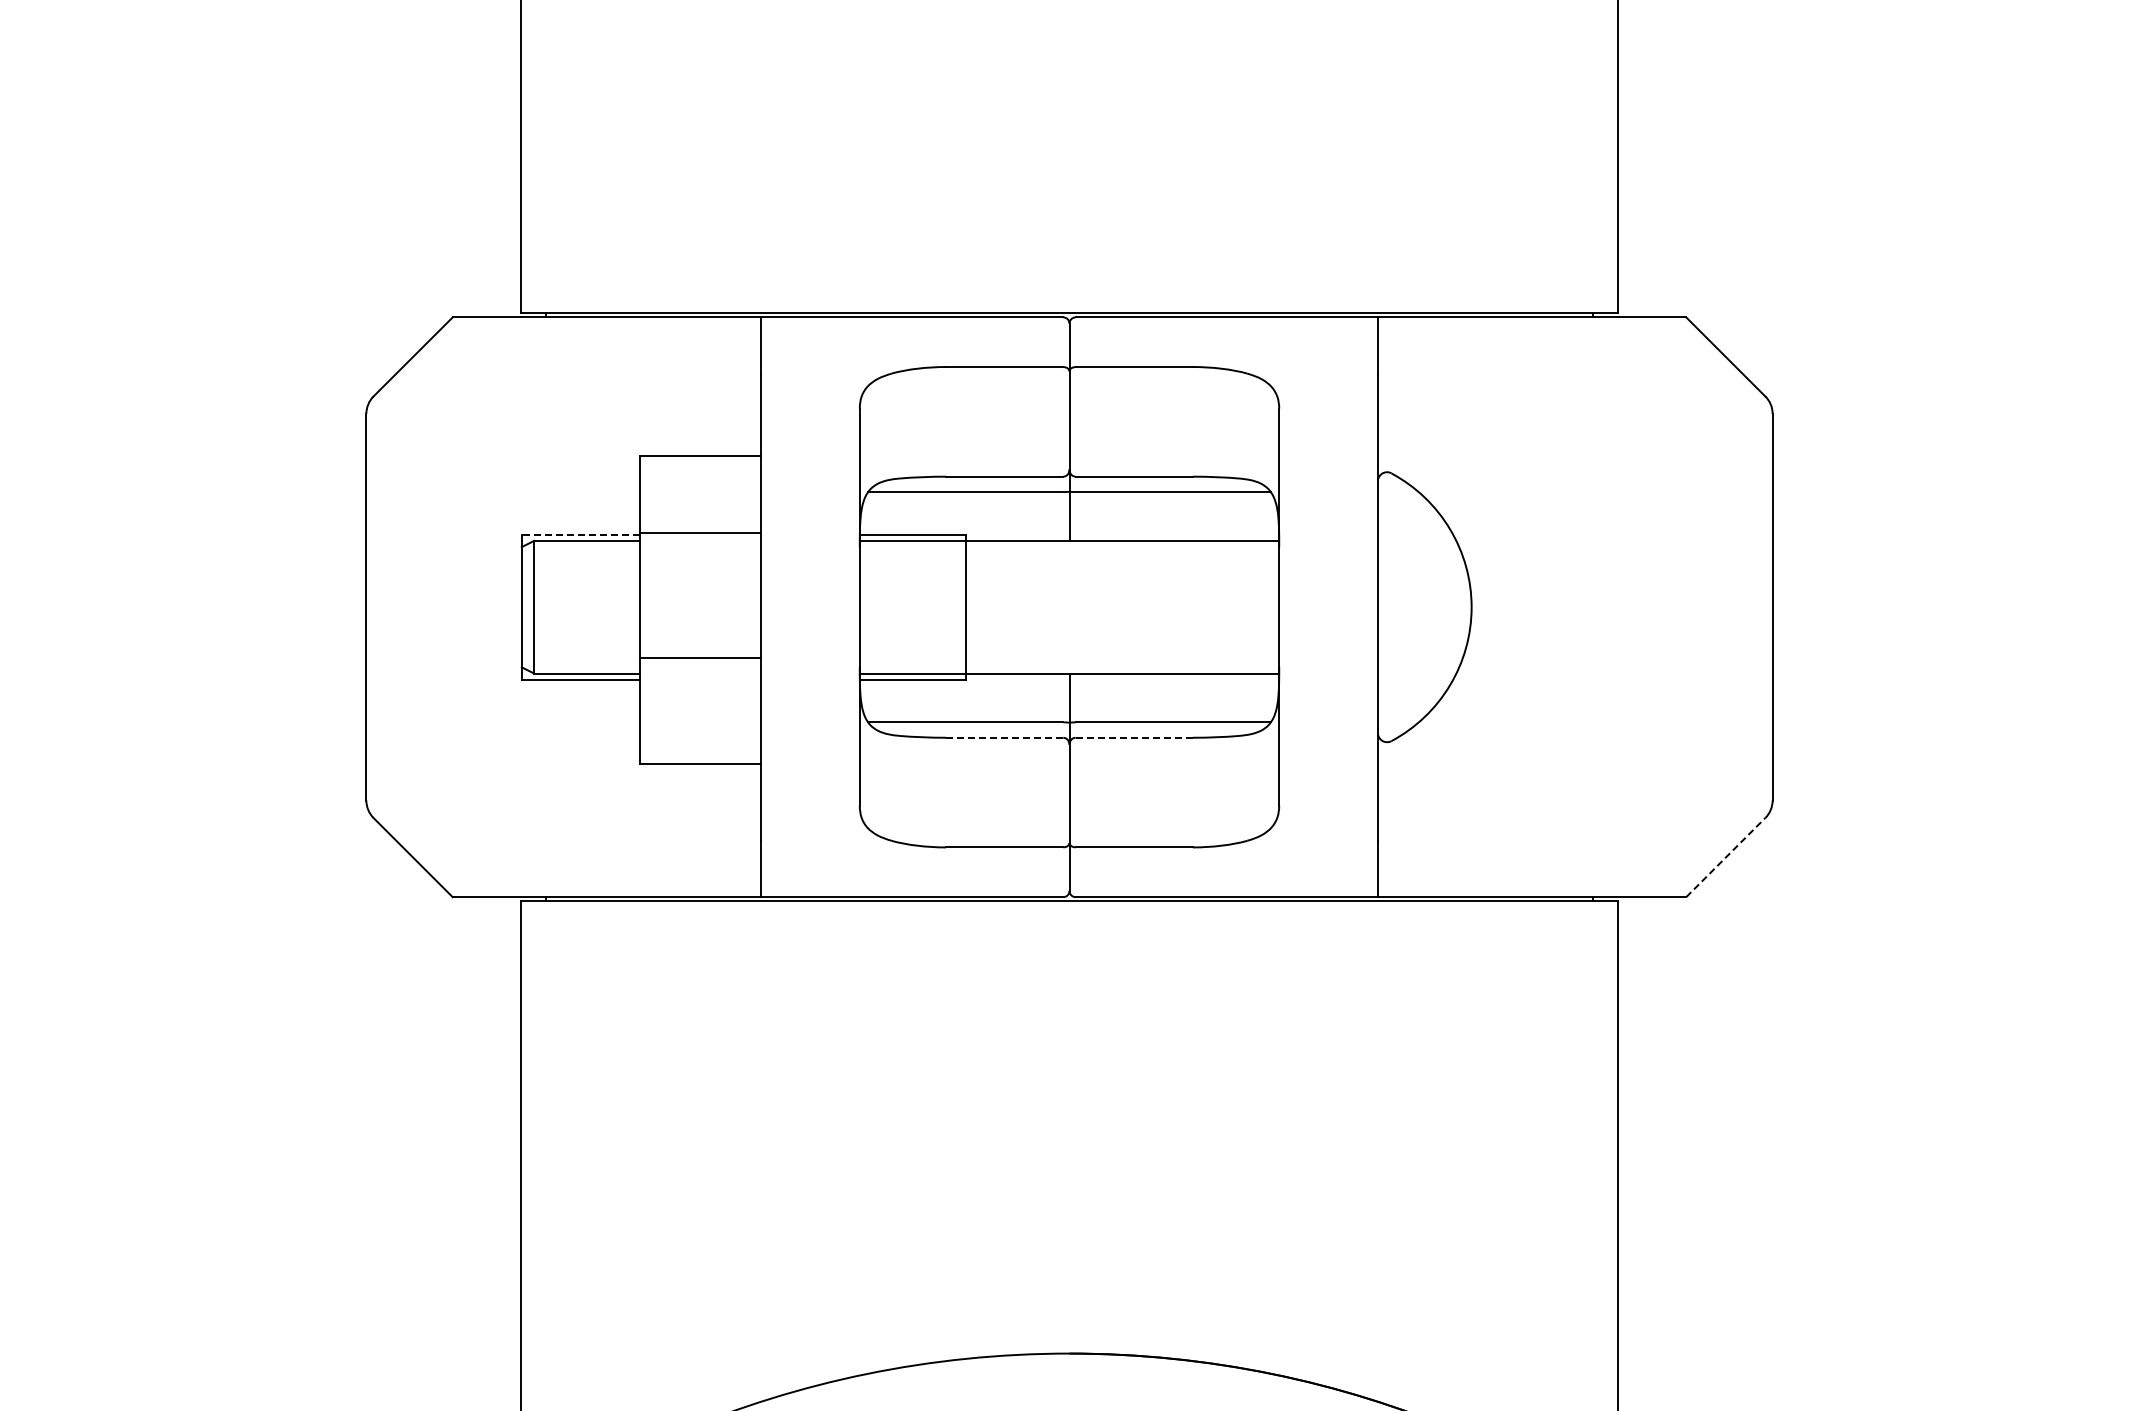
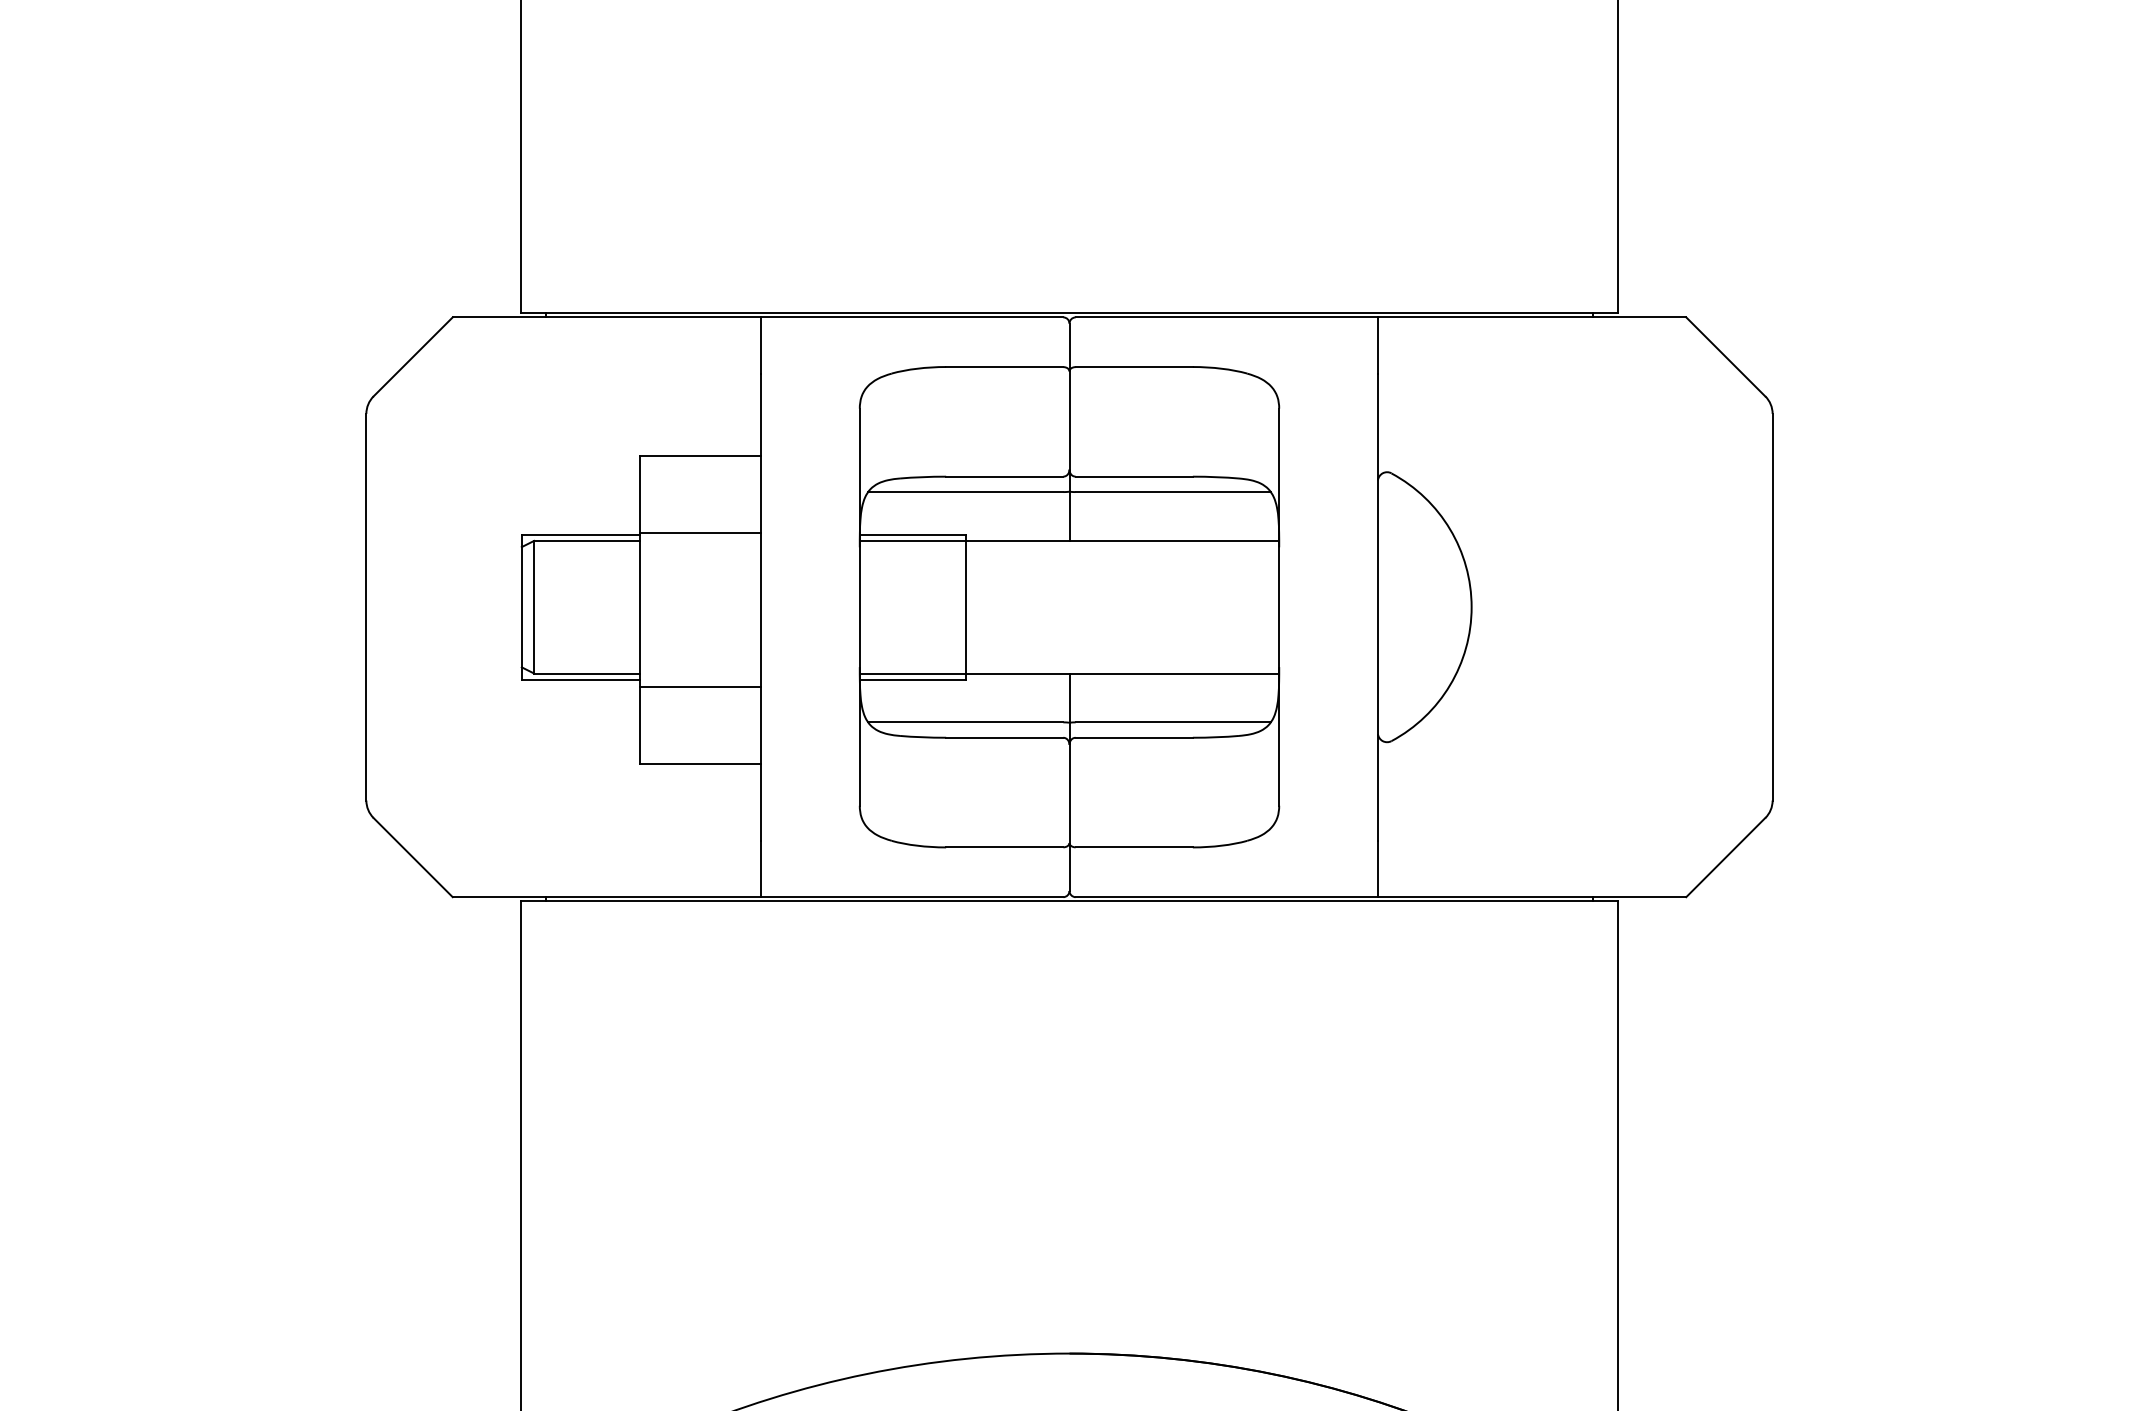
line at (580, 534): dashed -> solid
line at (700, 657) position: (700, 657) -> (700, 686)
line at (1004, 737): dashed -> solid
line at (1134, 737): dashed -> solid
line at (1725, 857): dashed -> solid
